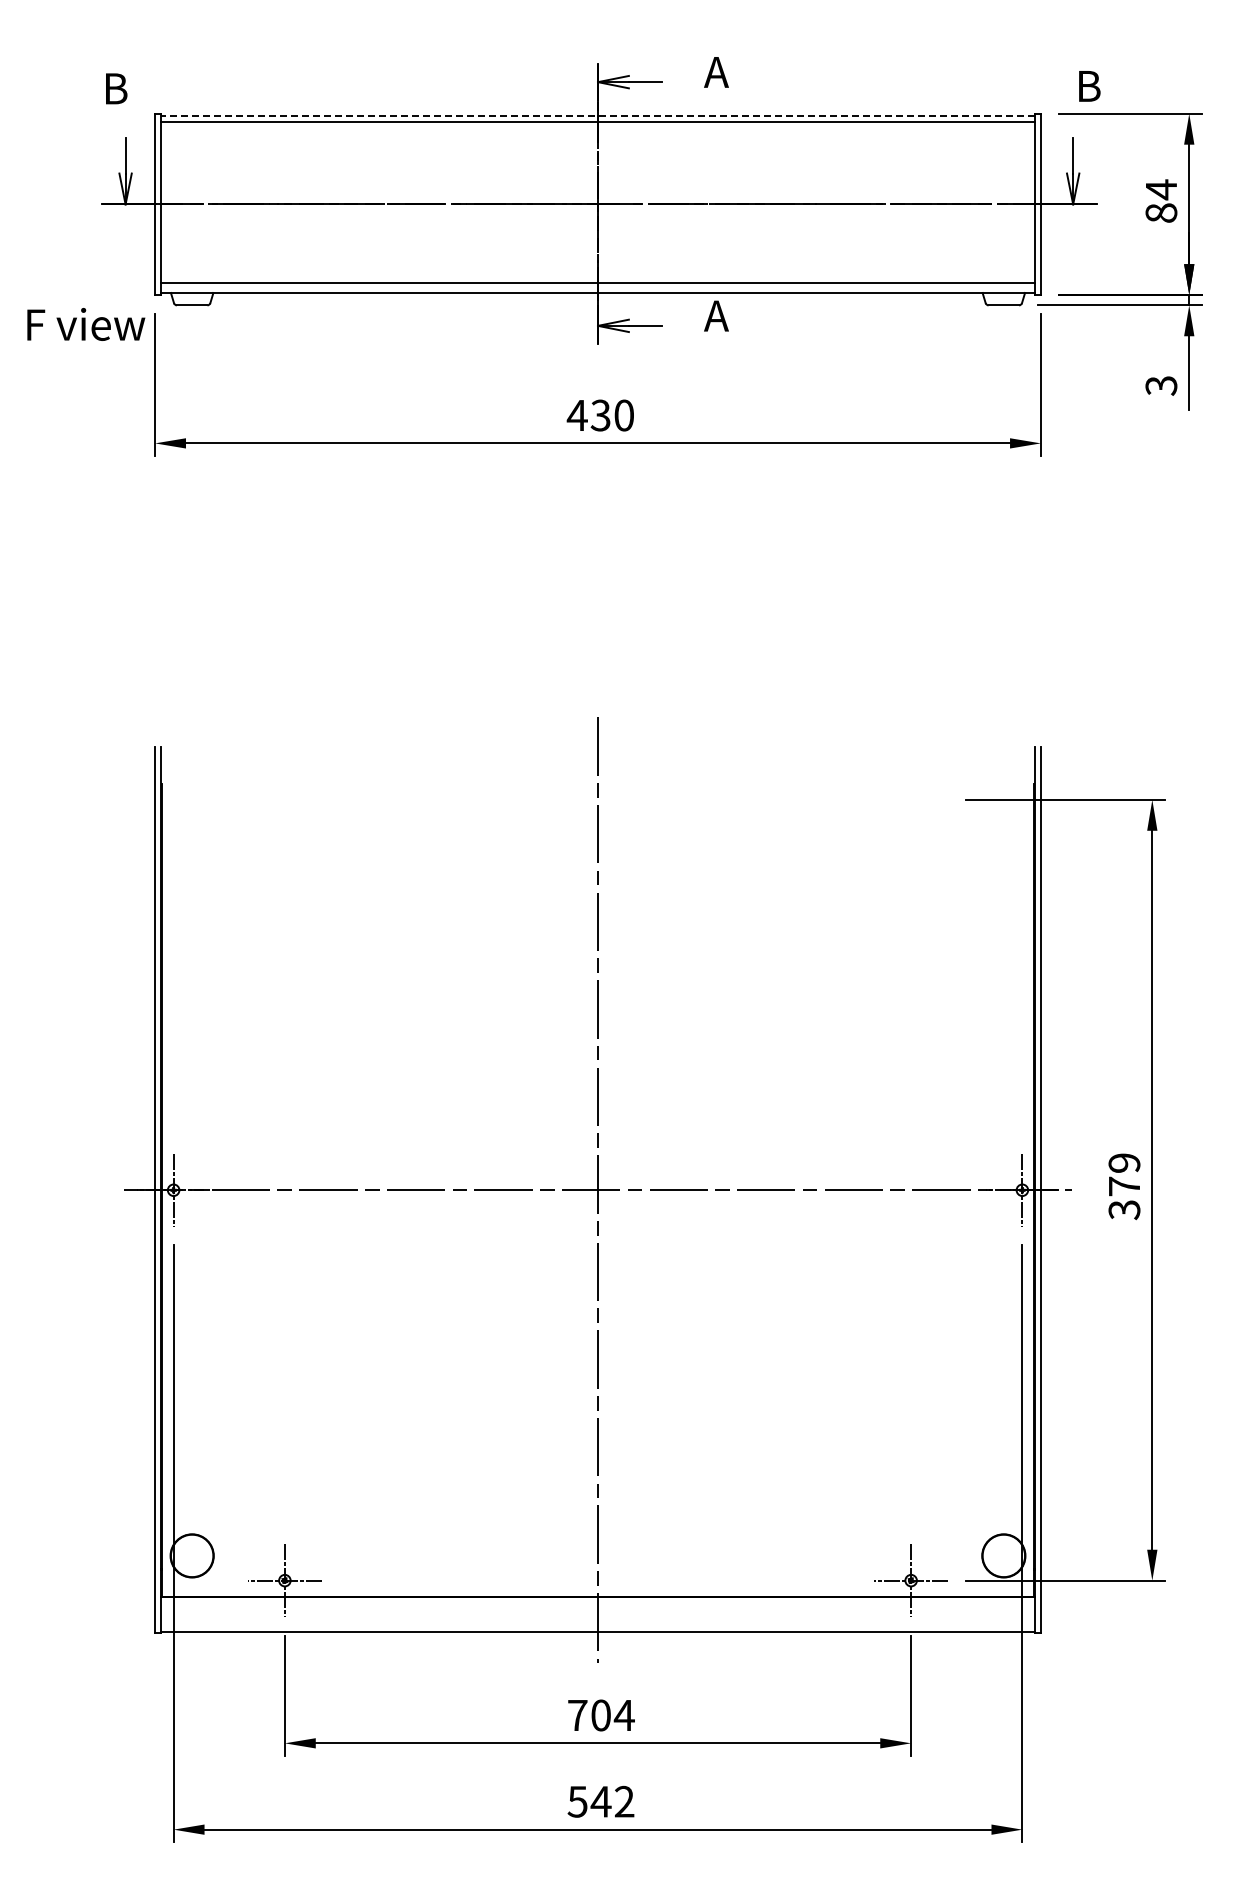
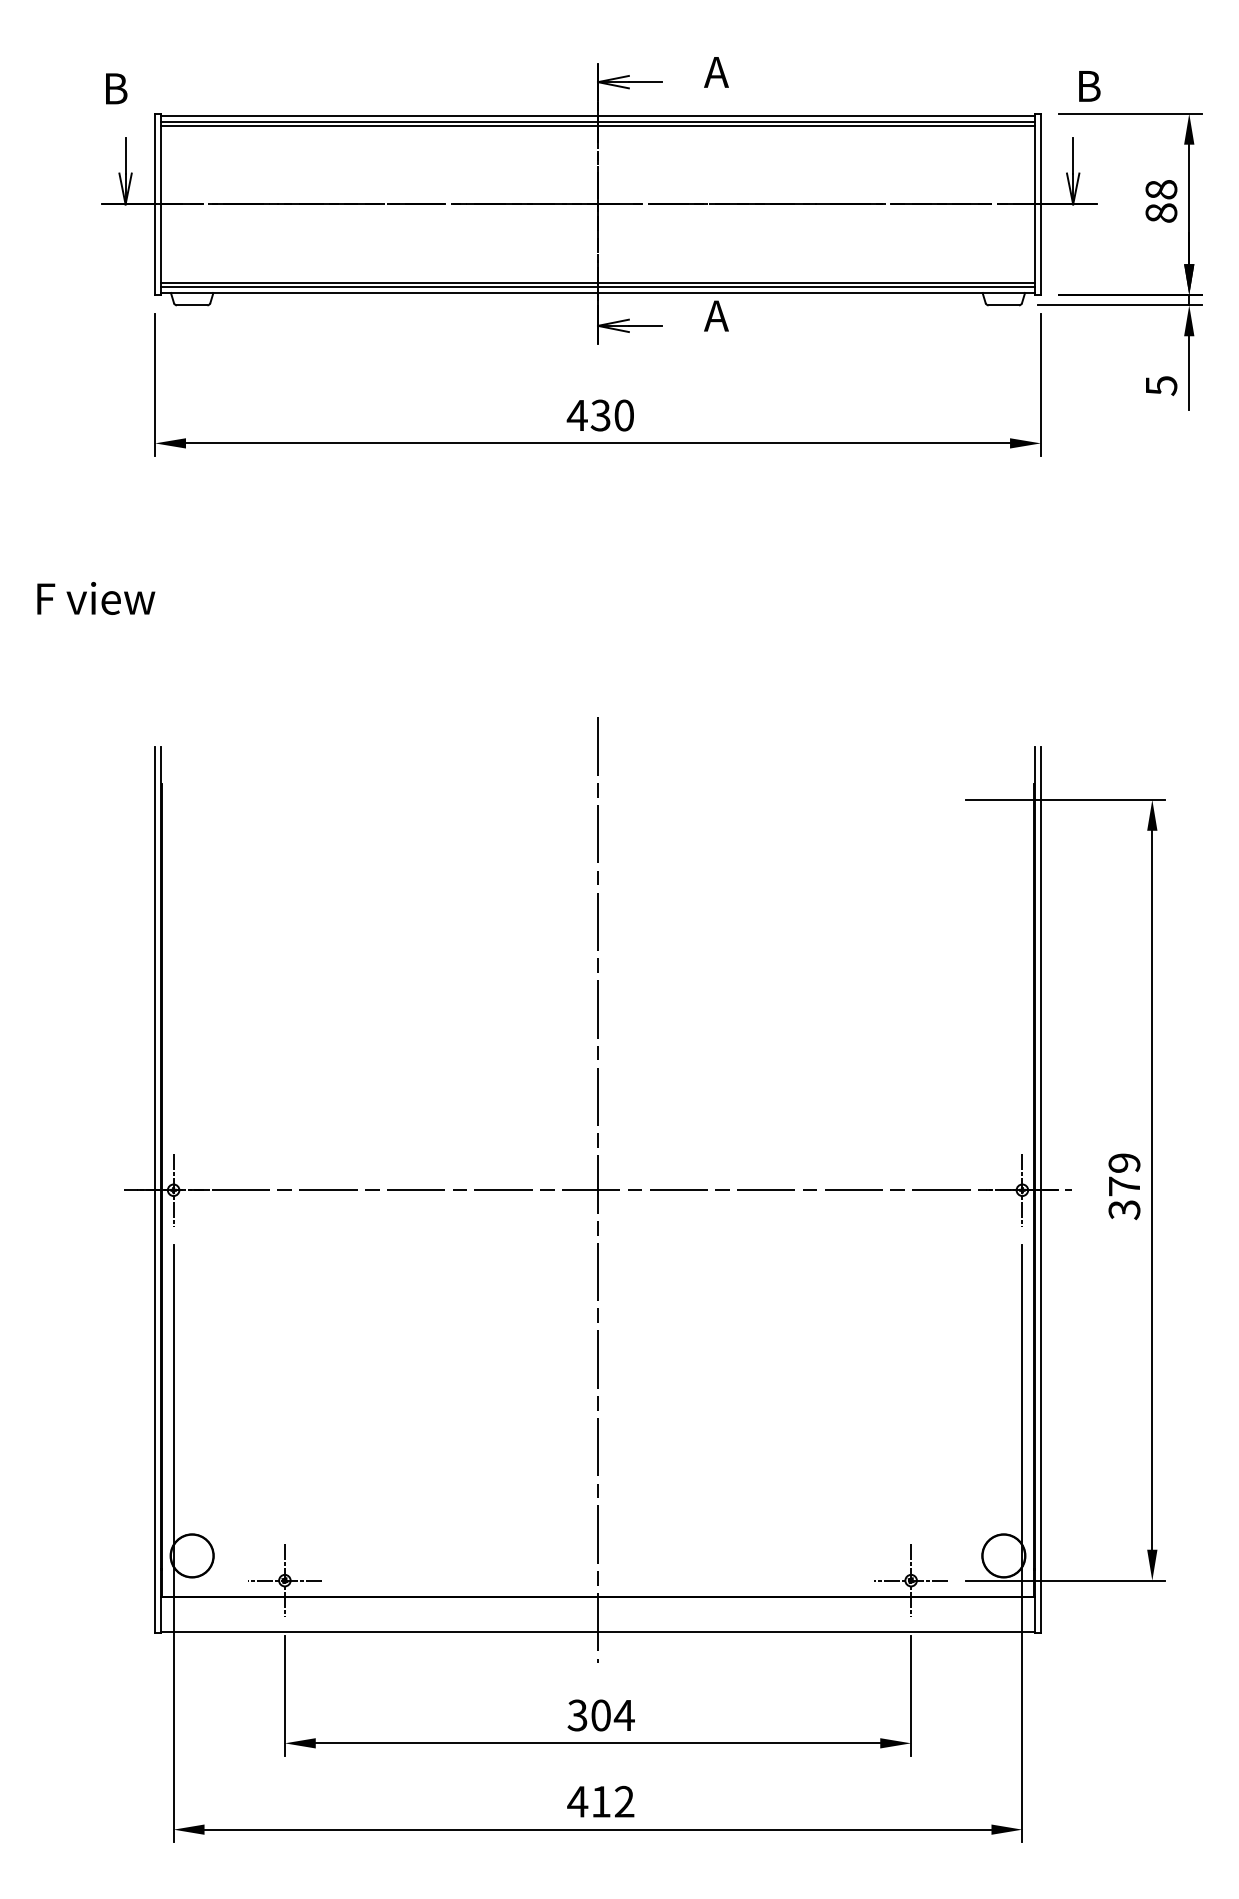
line at (598, 115): dashed -> solid
line at (597, 126): none -> present
text at (1161, 189): 84 -> 88
line at (597, 286): none -> present
text at (86, 324) position: (86, 324) -> (96, 598)
text at (1160, 385): 3 -> 5
text at (577, 1715): 704 -> 304
text at (589, 1801): 542 -> 412
